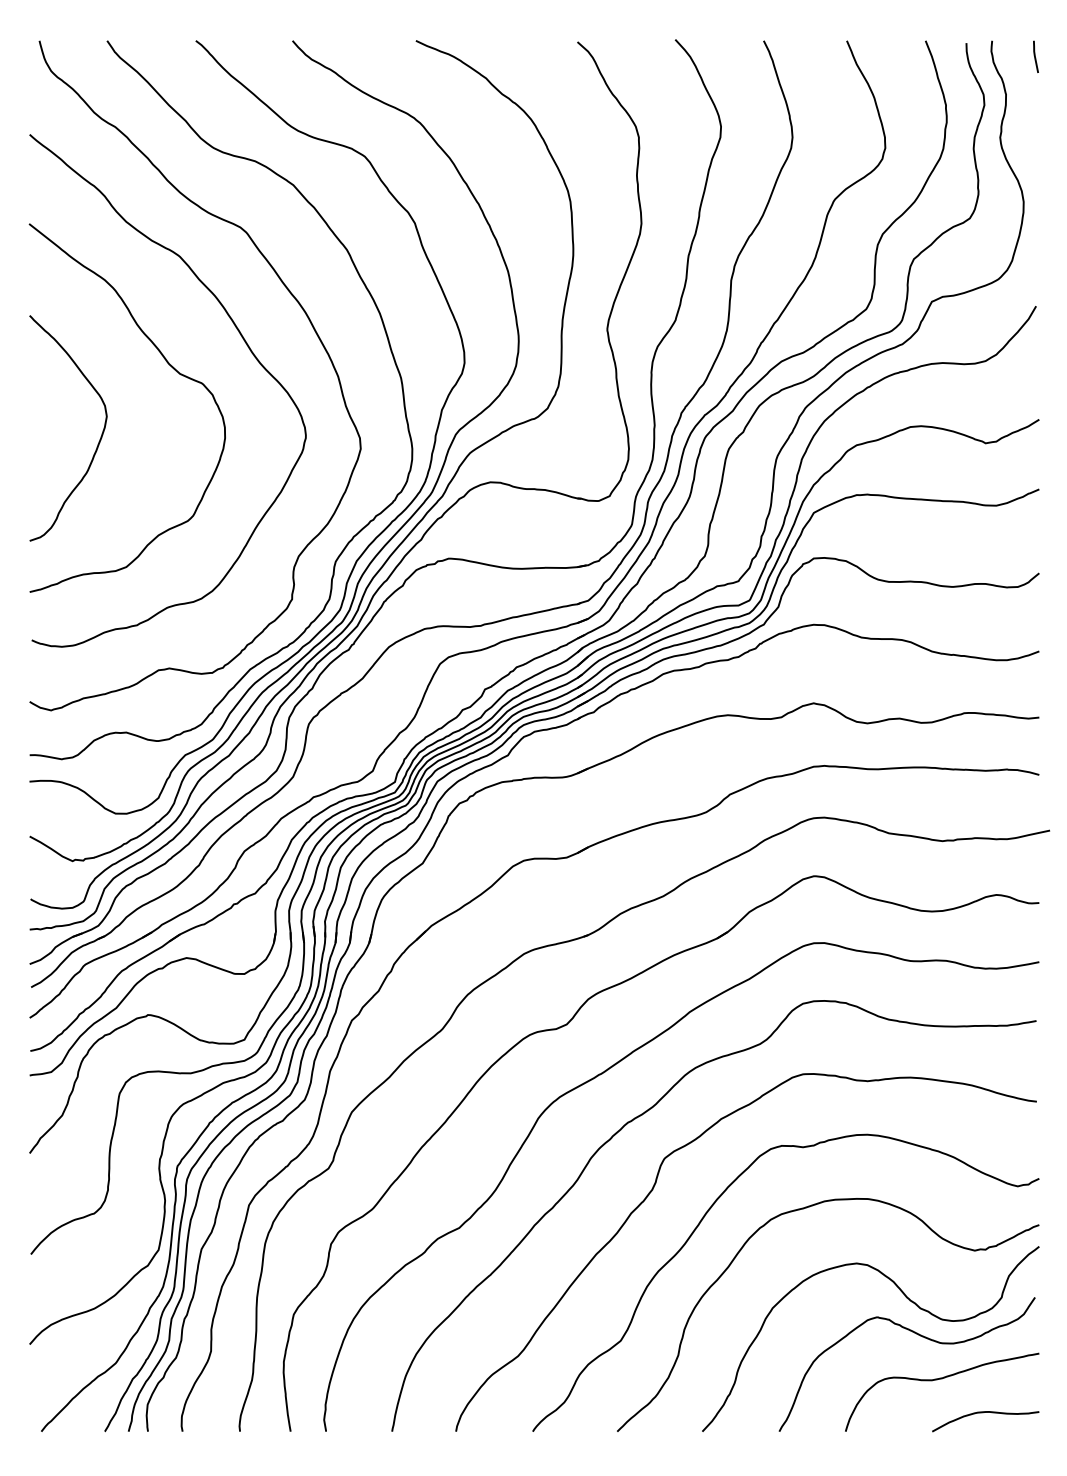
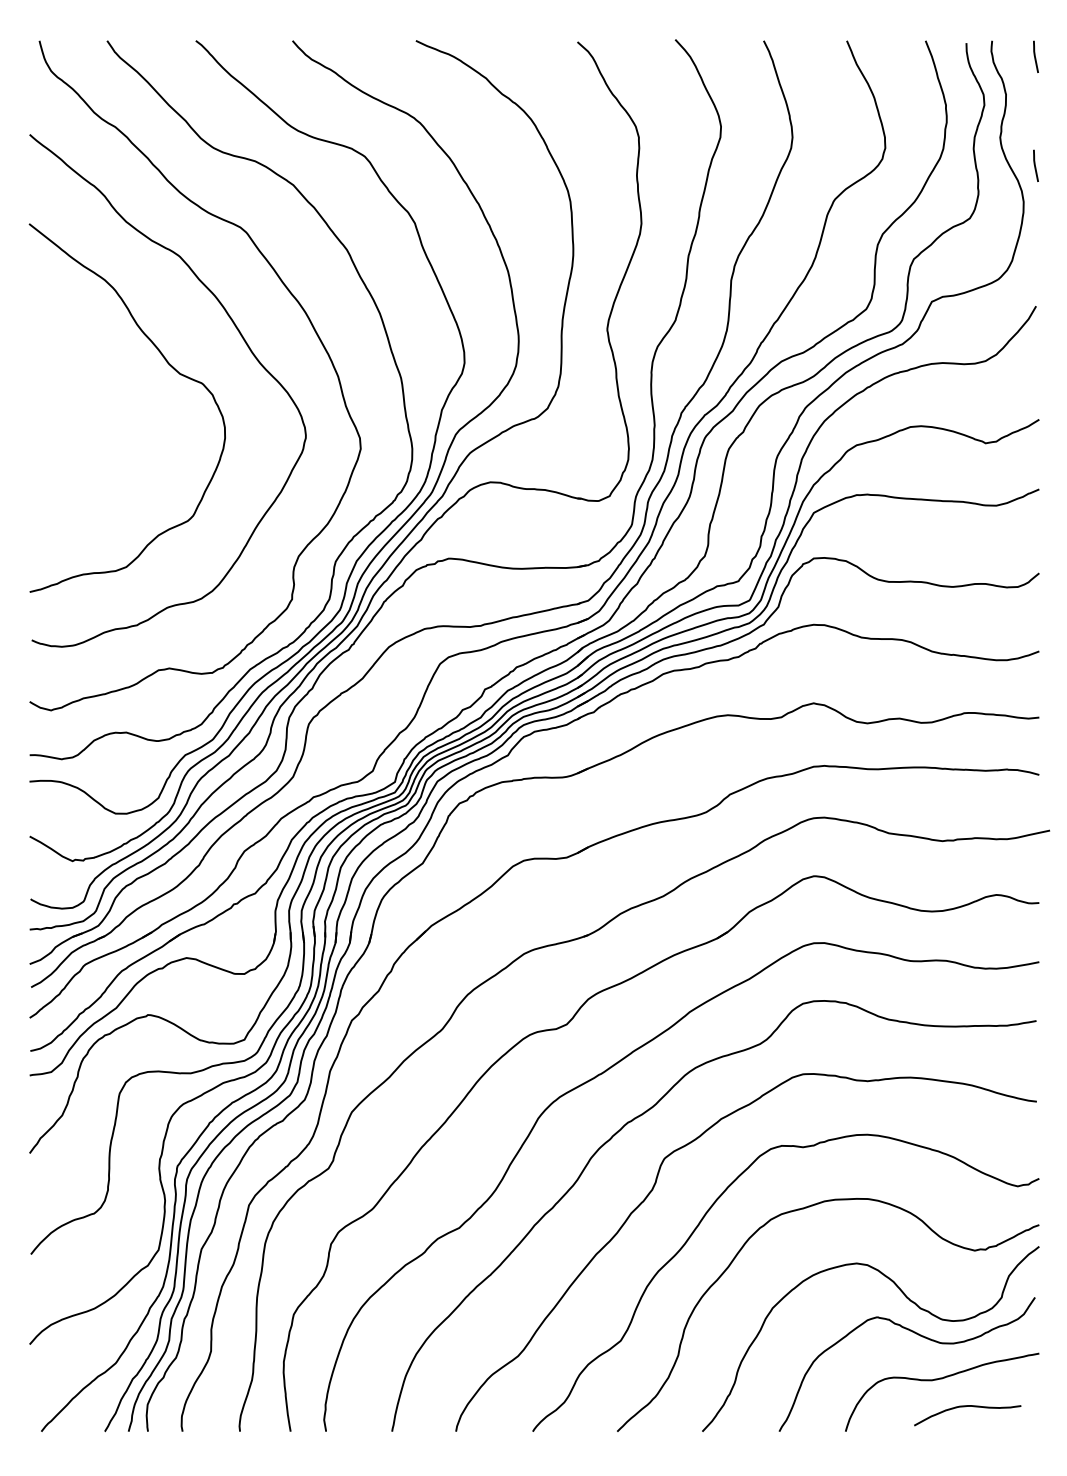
line at (1035, 165): none -> present
curve at (98, 441): present -> none
curve at (983, 1413) position: (983, 1413) -> (965, 1407)
